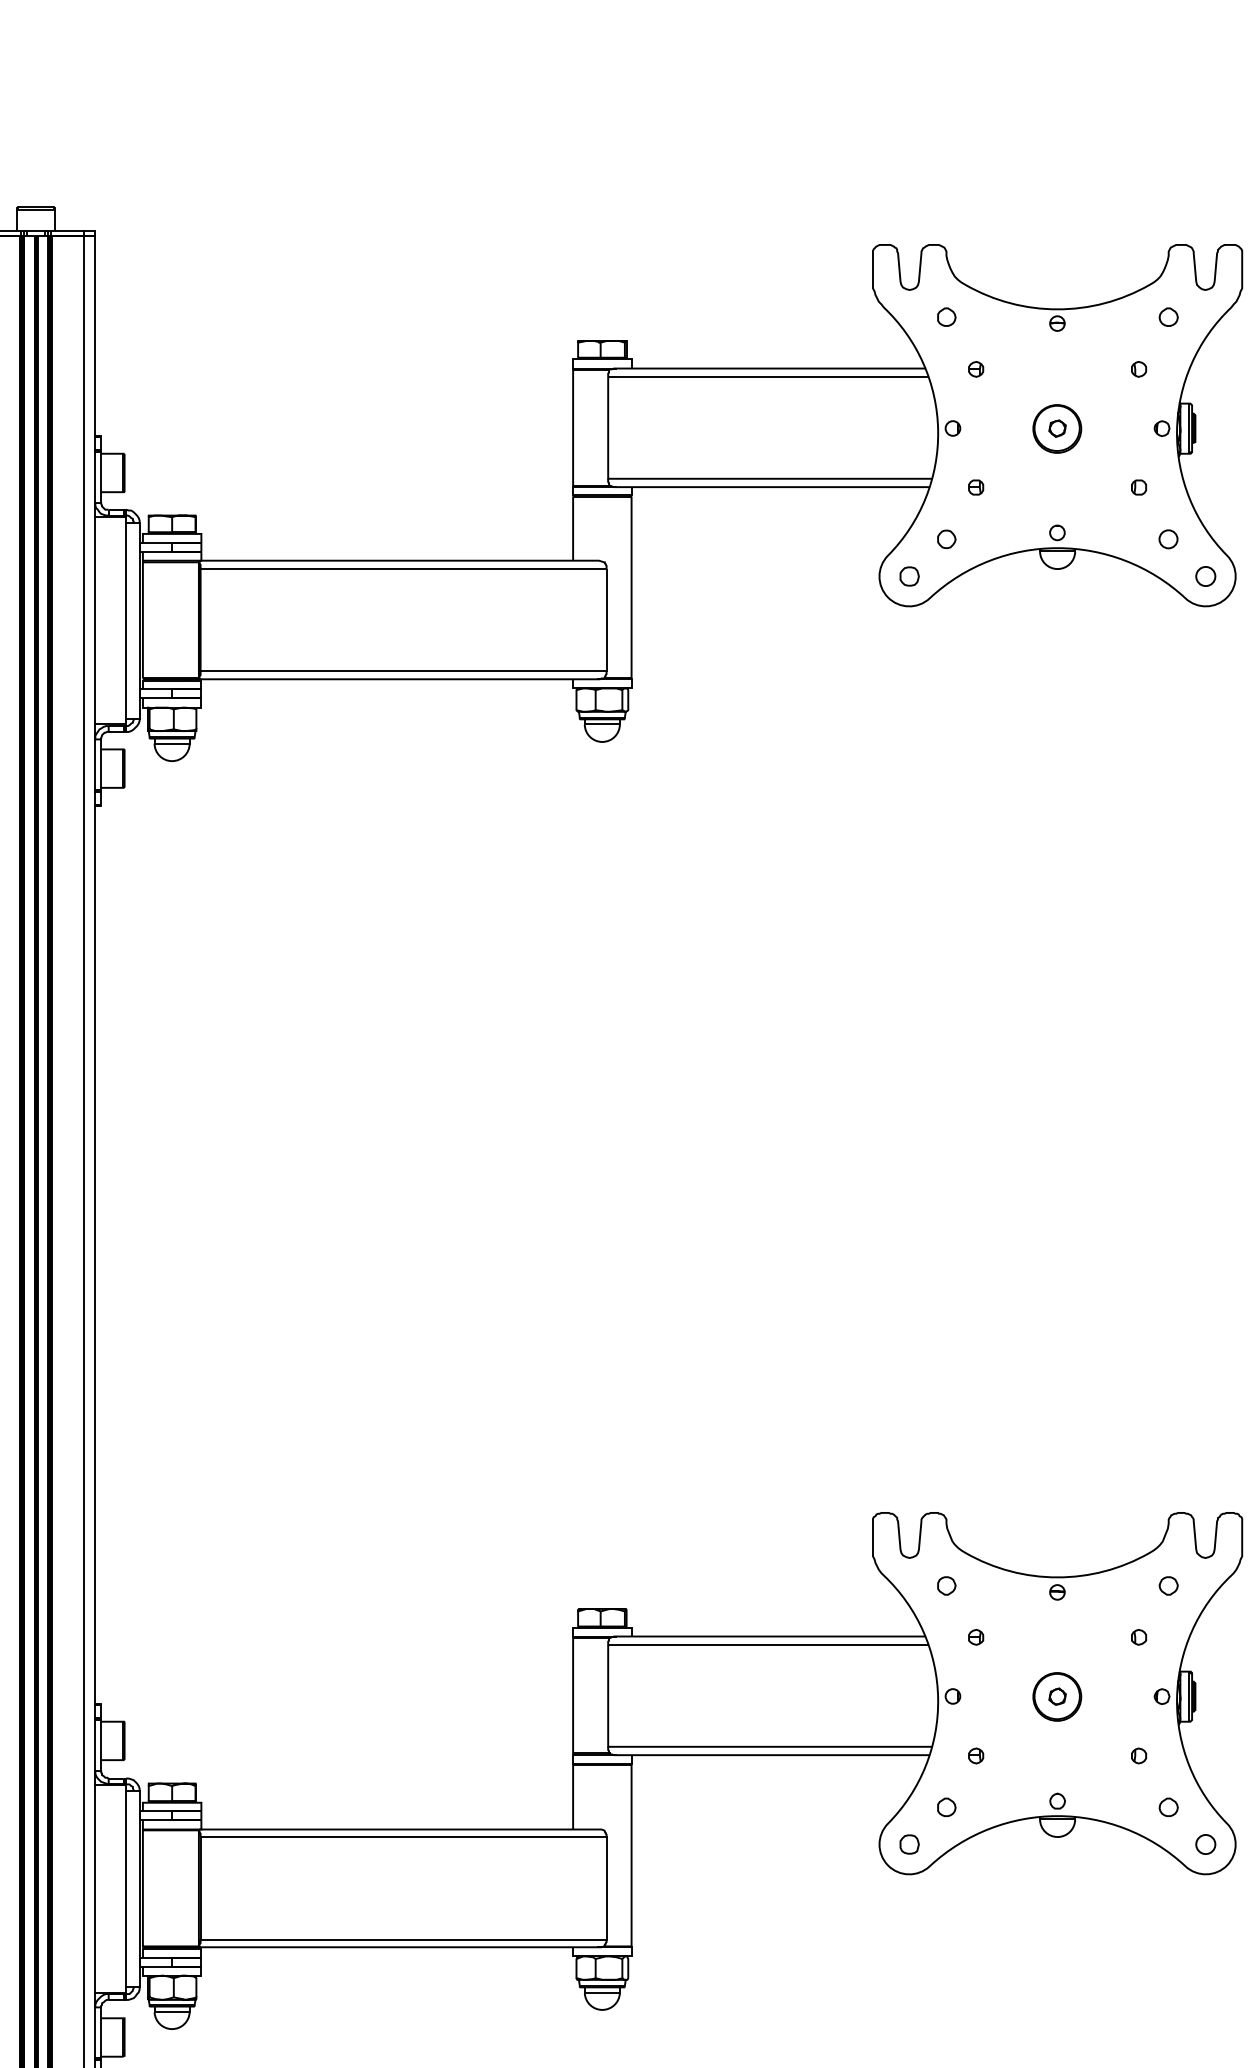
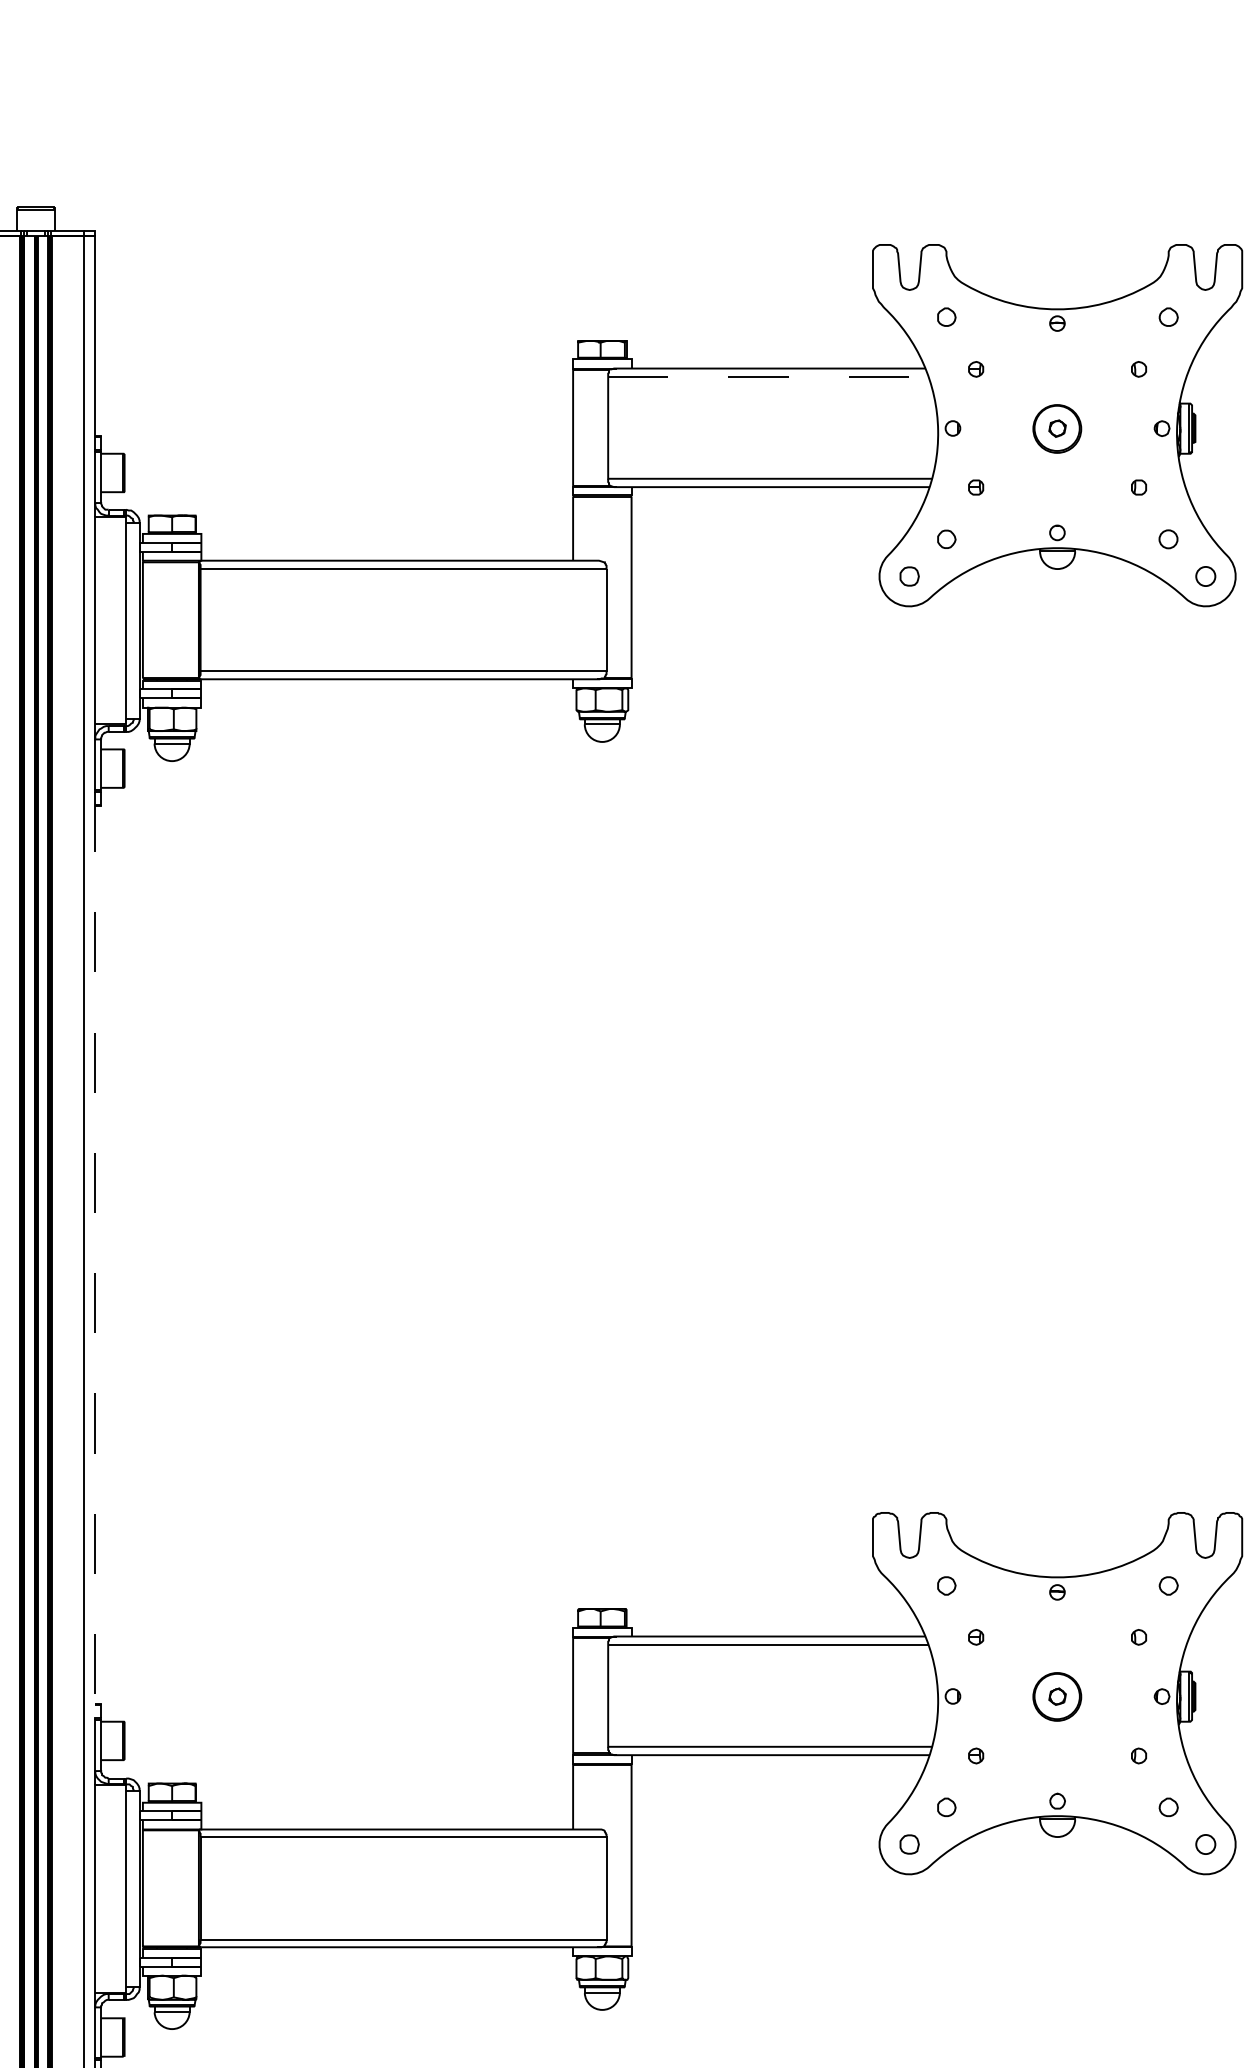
line at (769, 376): solid -> dashed
line at (95, 1255): solid -> dashed
